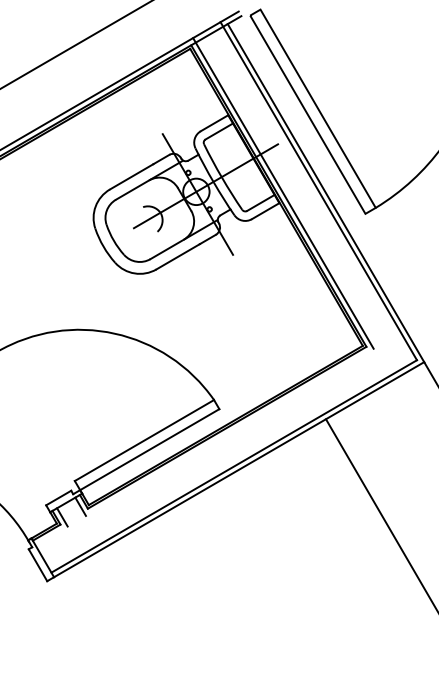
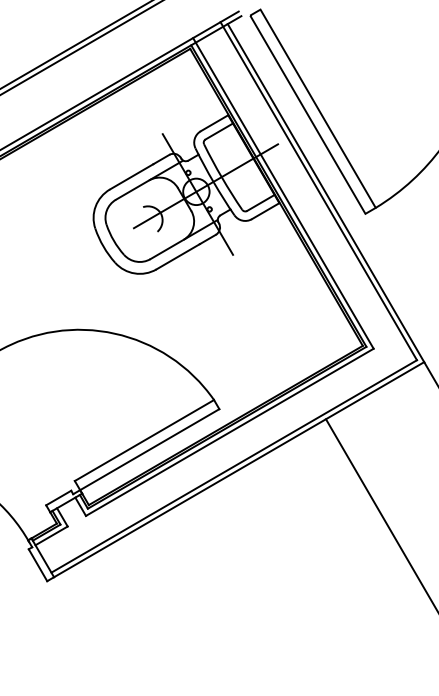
line at (81, 48): none -> present
line at (229, 431): none -> present
line at (51, 535): none -> present
